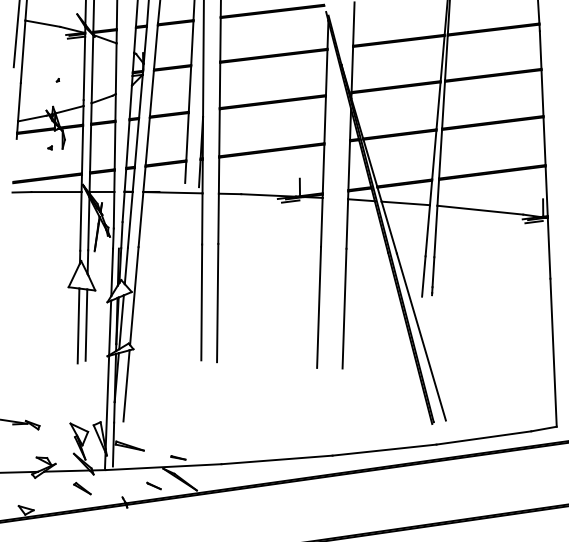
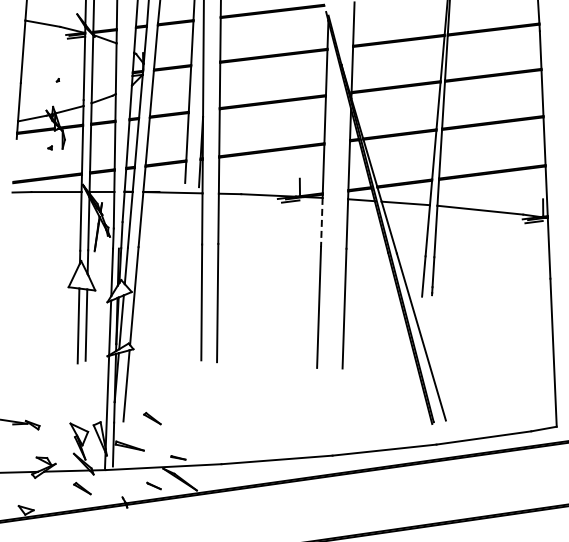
line at (16, 34): present -> none
line at (321, 222): solid -> dashed
part at (152, 418): none -> present
